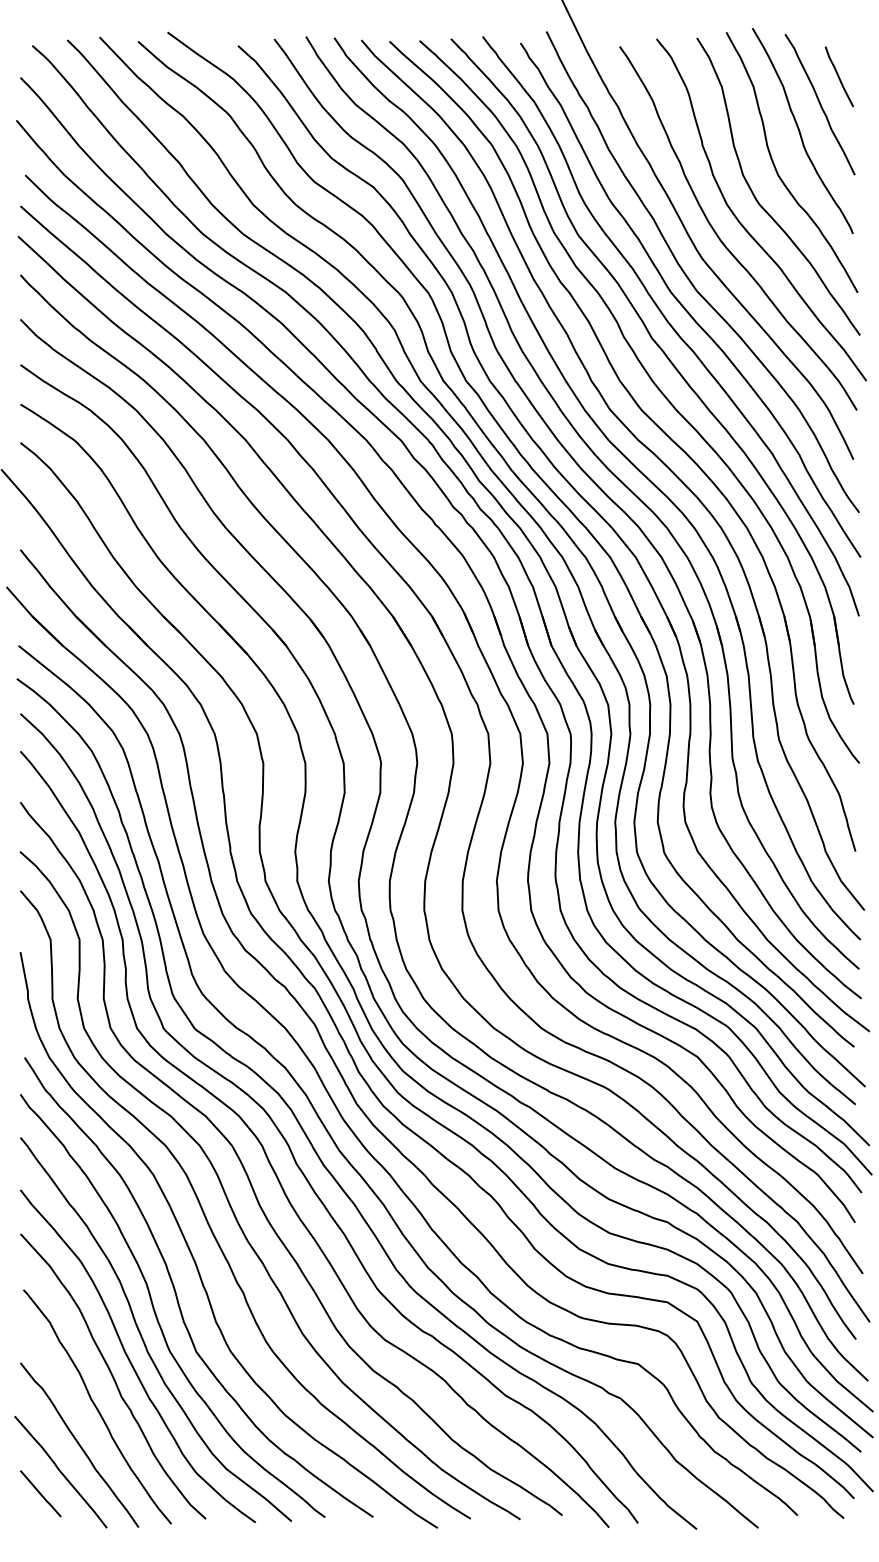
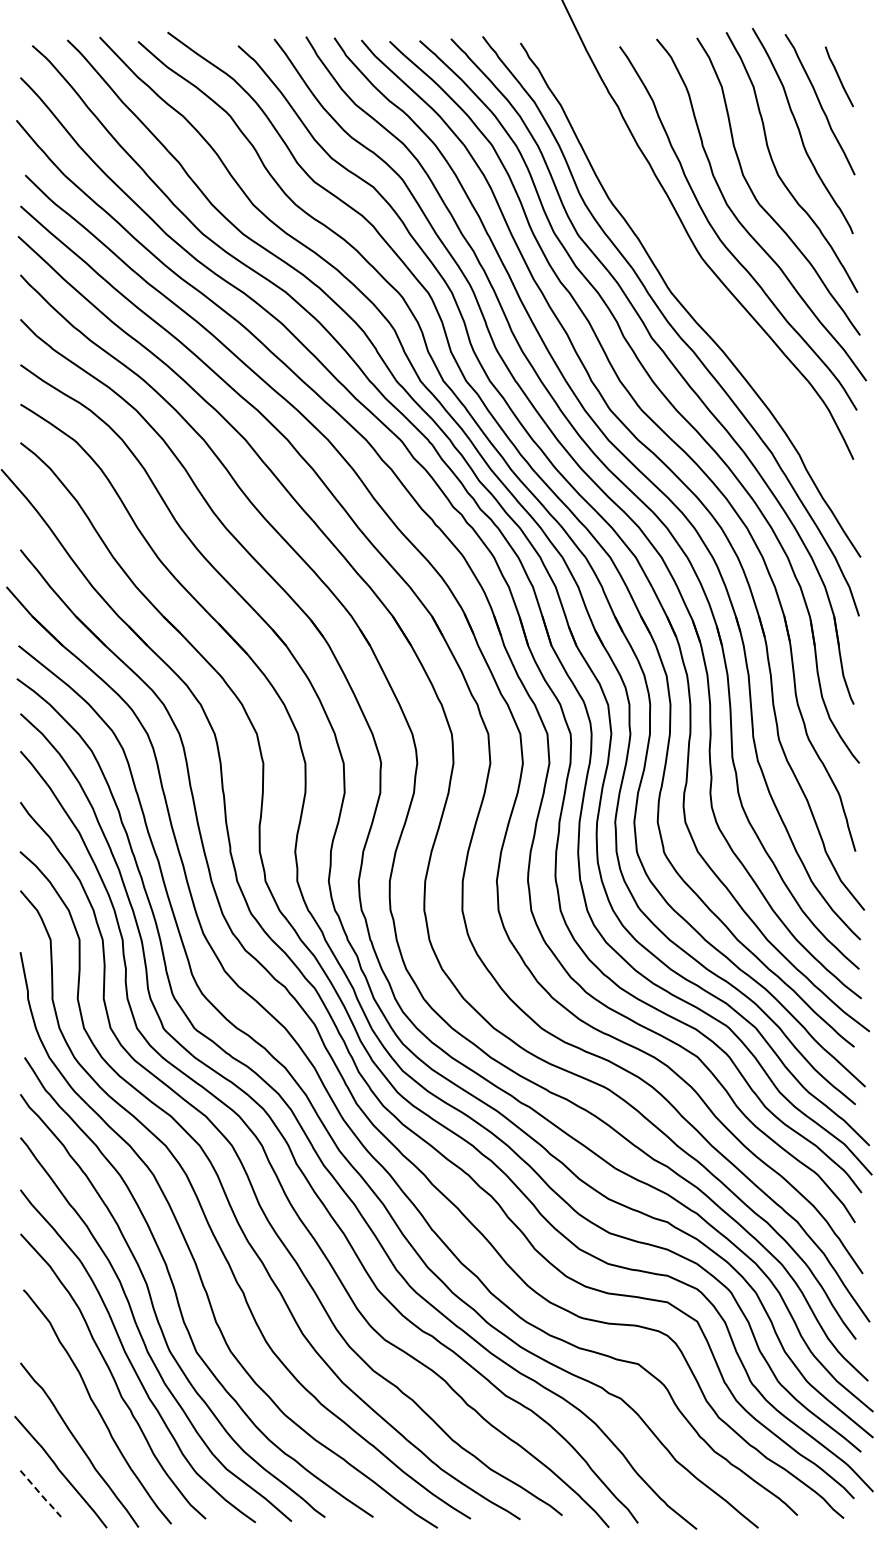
curve at (692, 282): present -> none
line at (41, 1494): solid -> dashed
